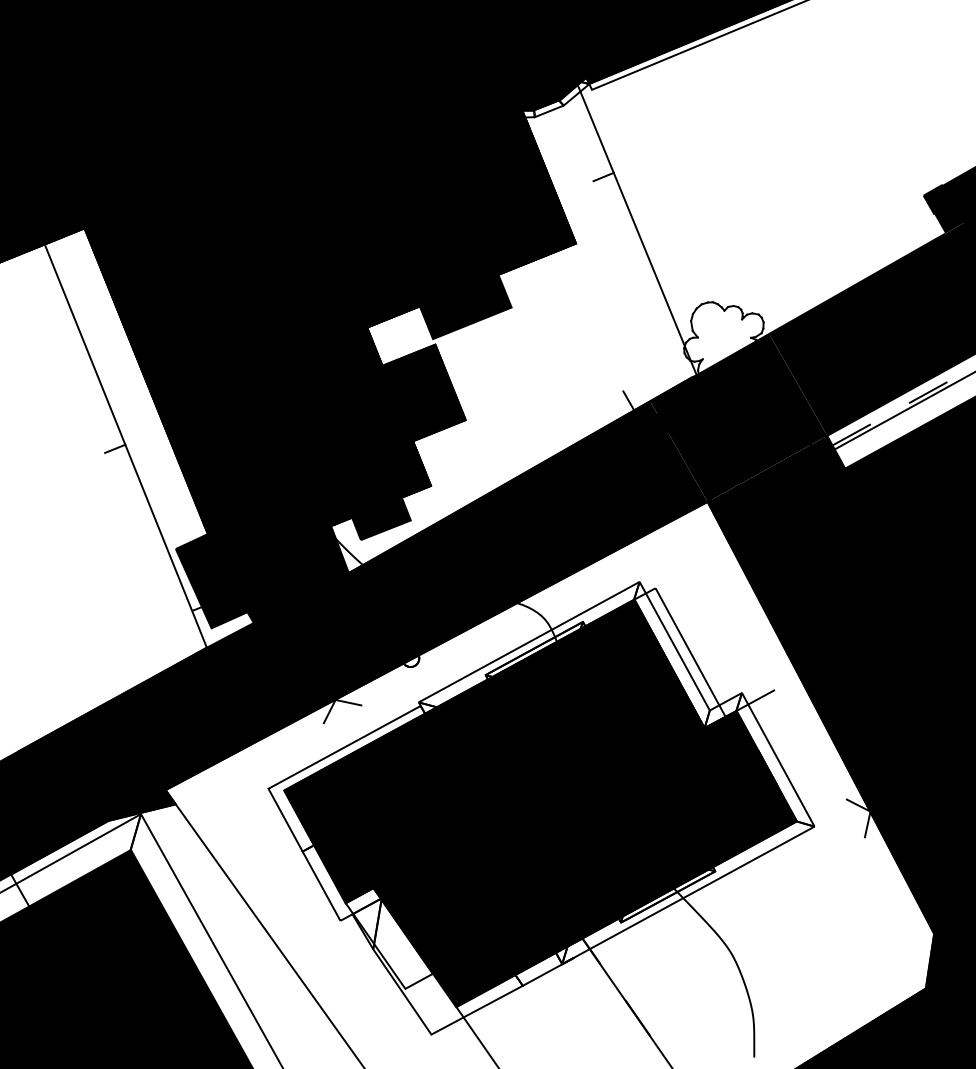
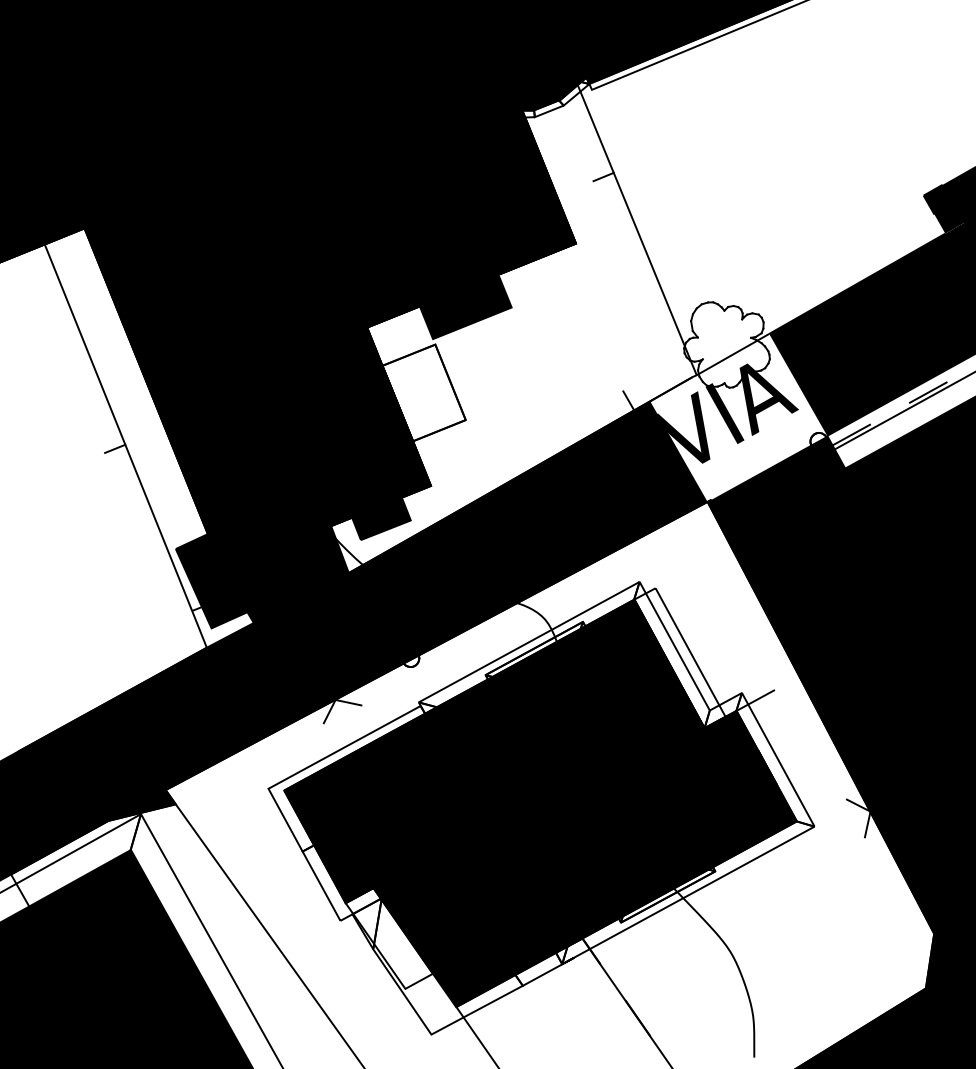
fill at (423, 392): present -> none
fill at (738, 417): present -> none
